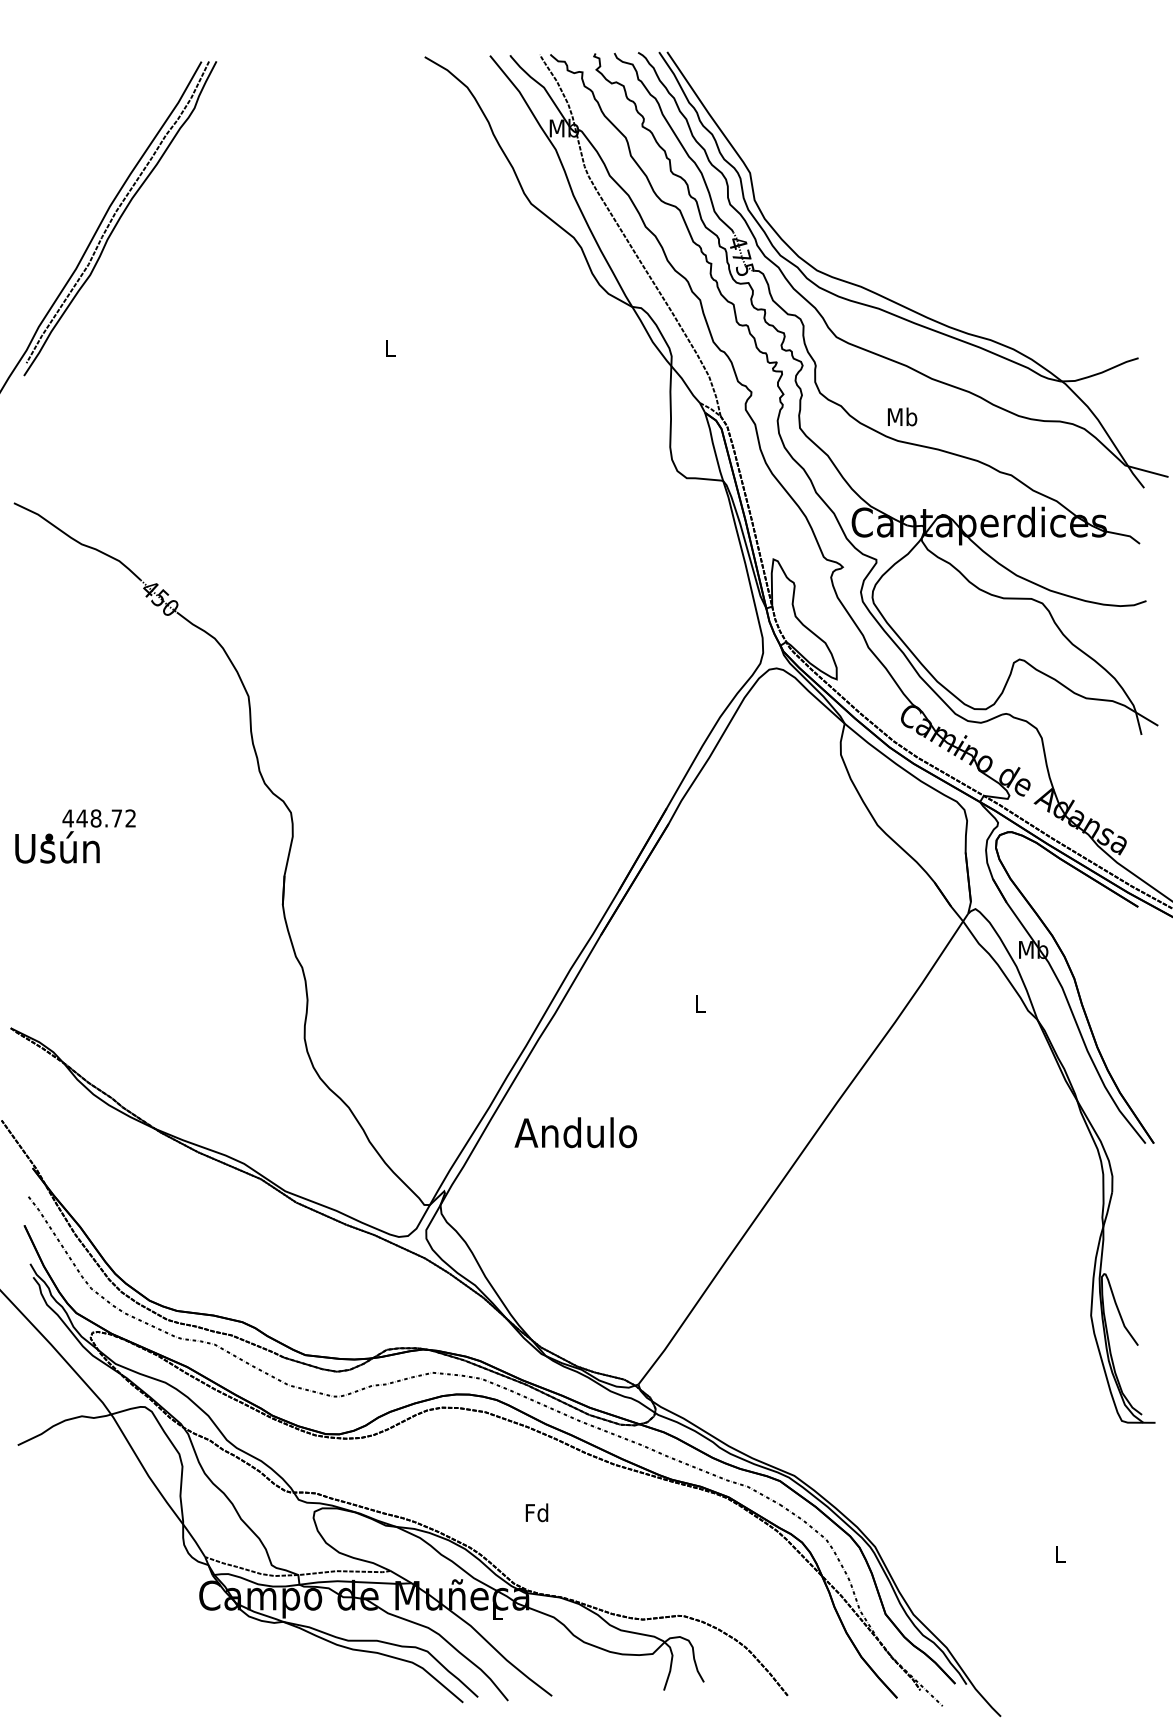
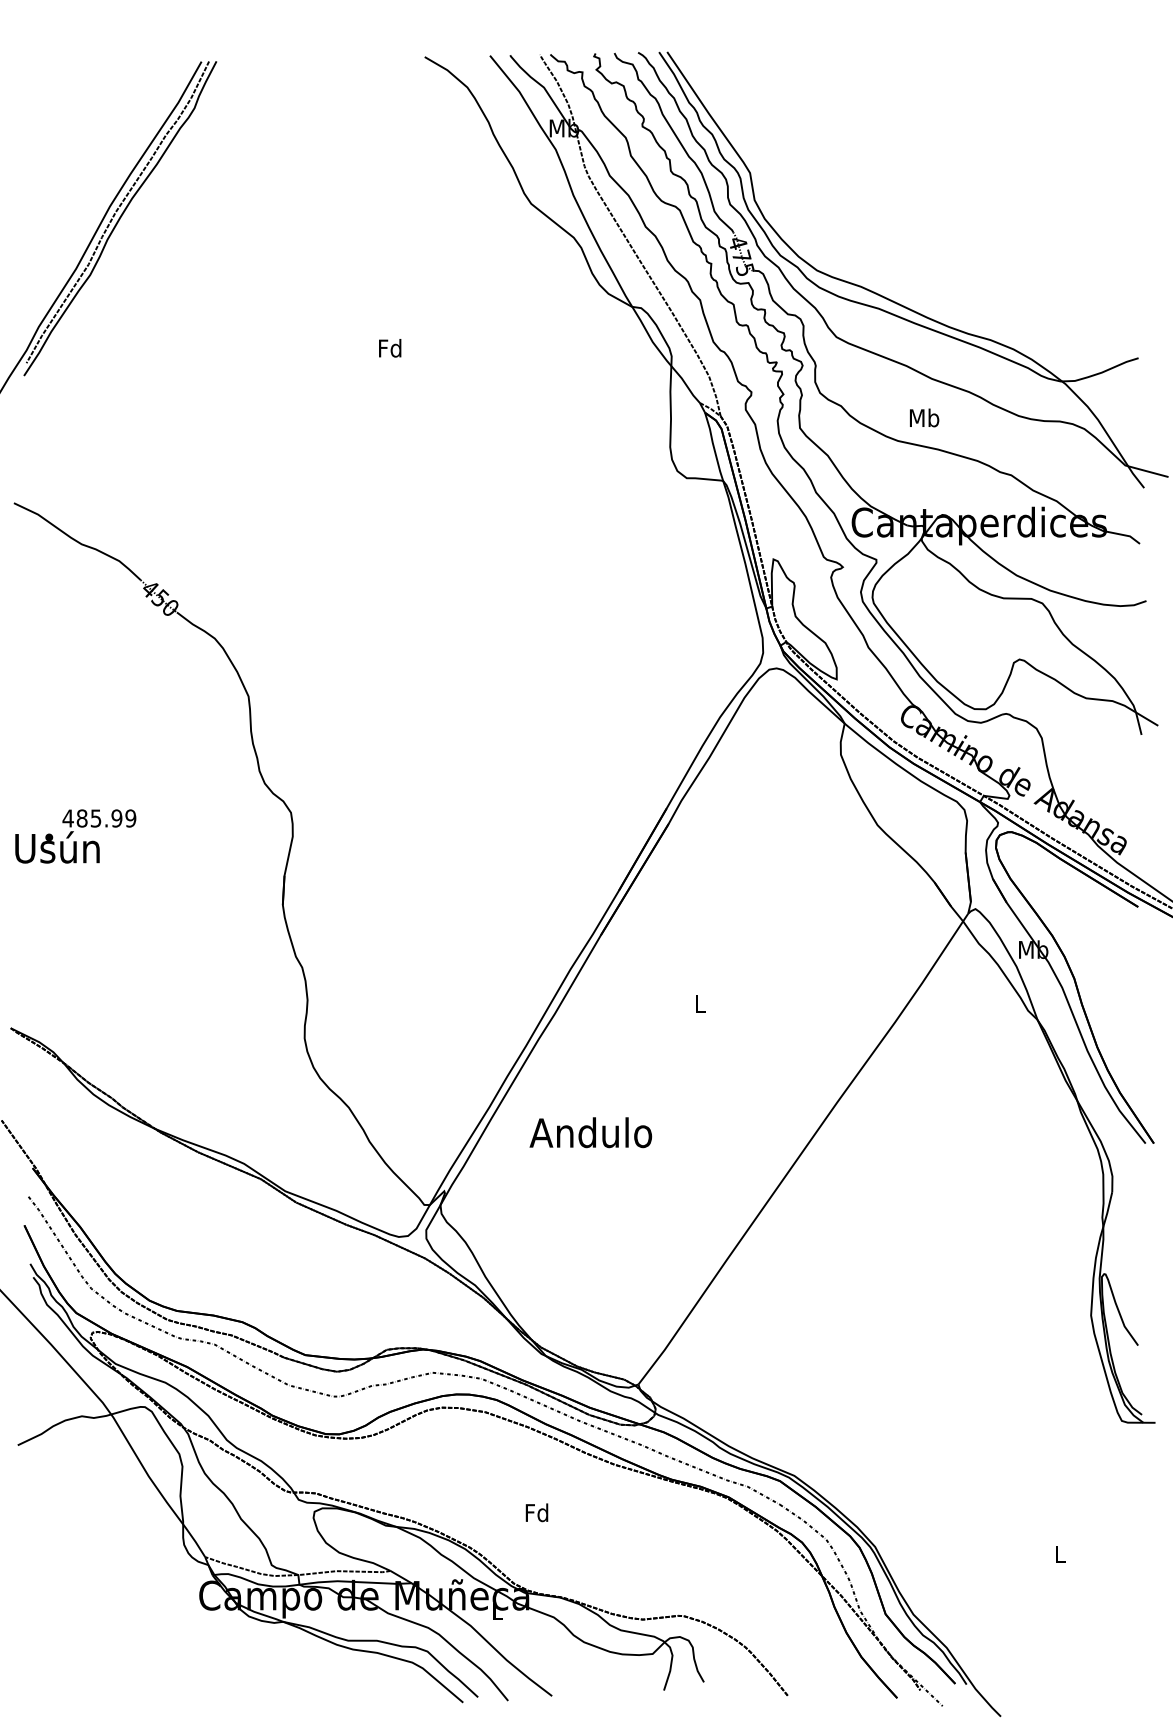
text at (390, 348): L -> Fd
text at (902, 416) position: (902, 416) -> (924, 417)
text at (106, 818): 448.72 -> 485.99
text at (575, 1132) position: (575, 1132) -> (590, 1132)
